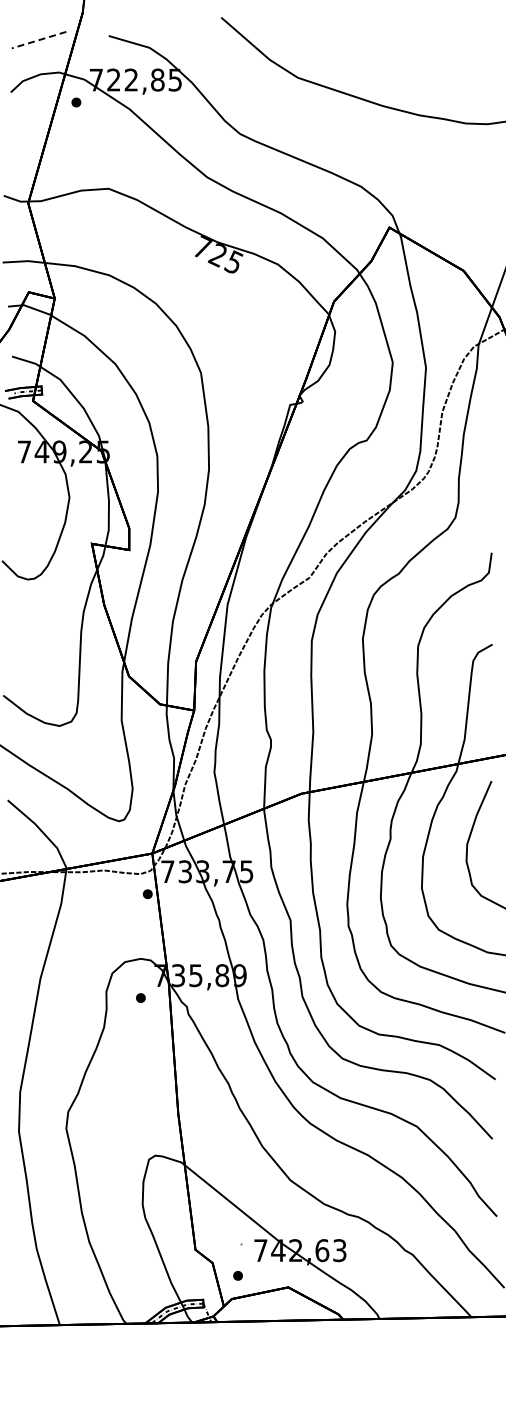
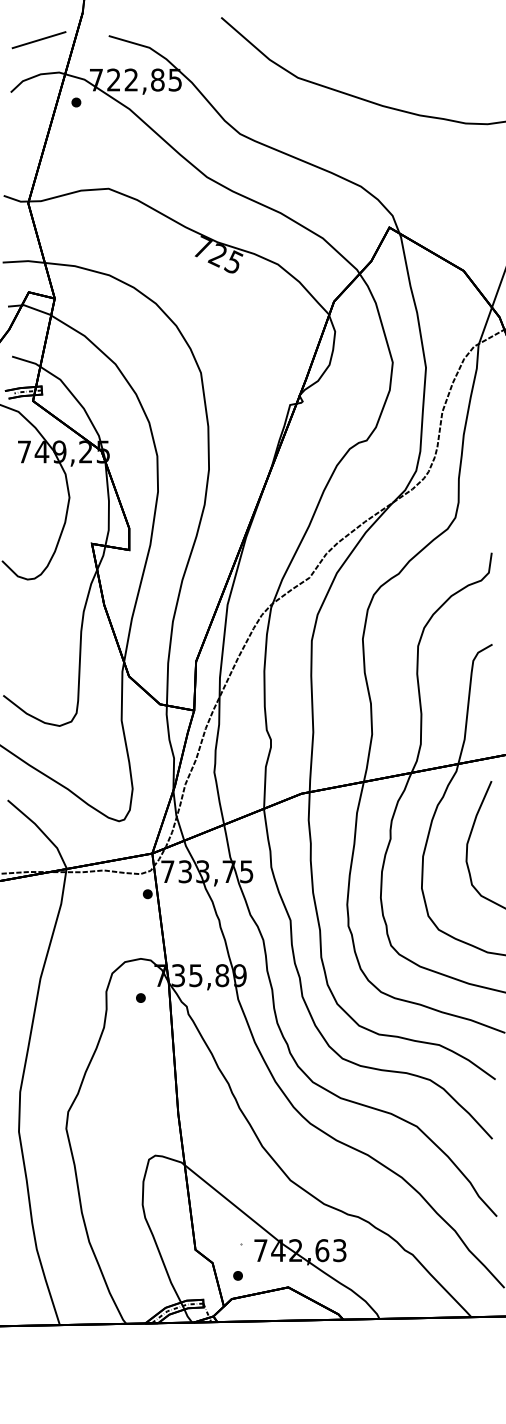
line at (38, 40): dashed -> solid
